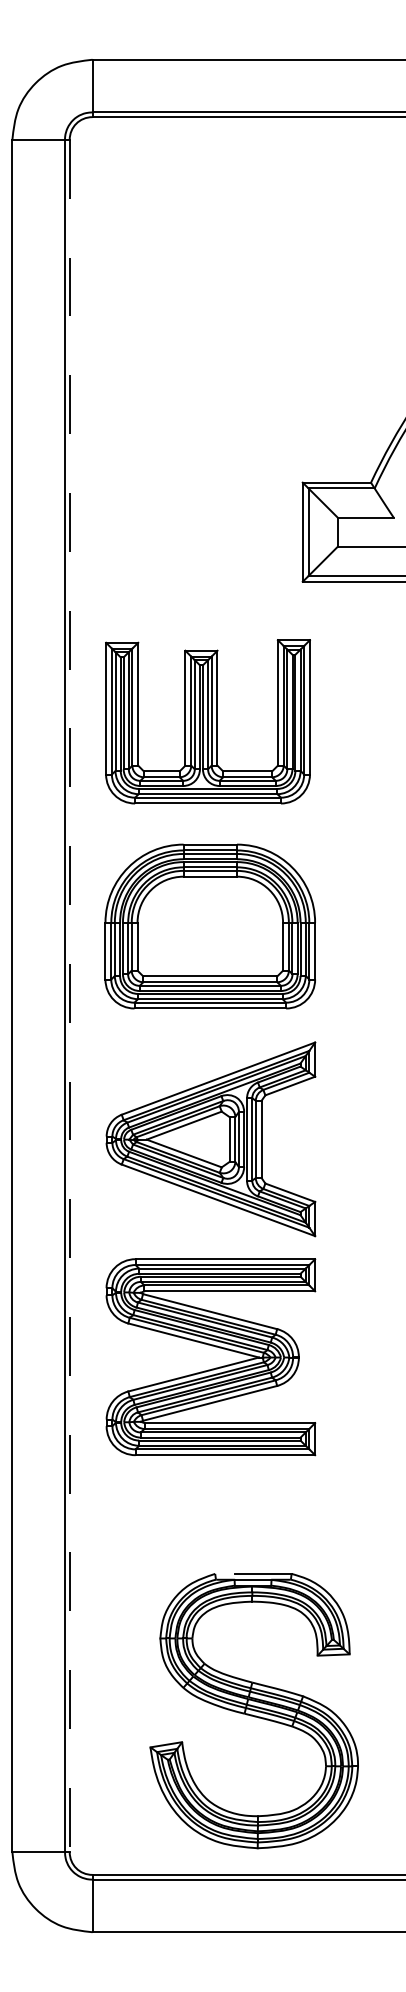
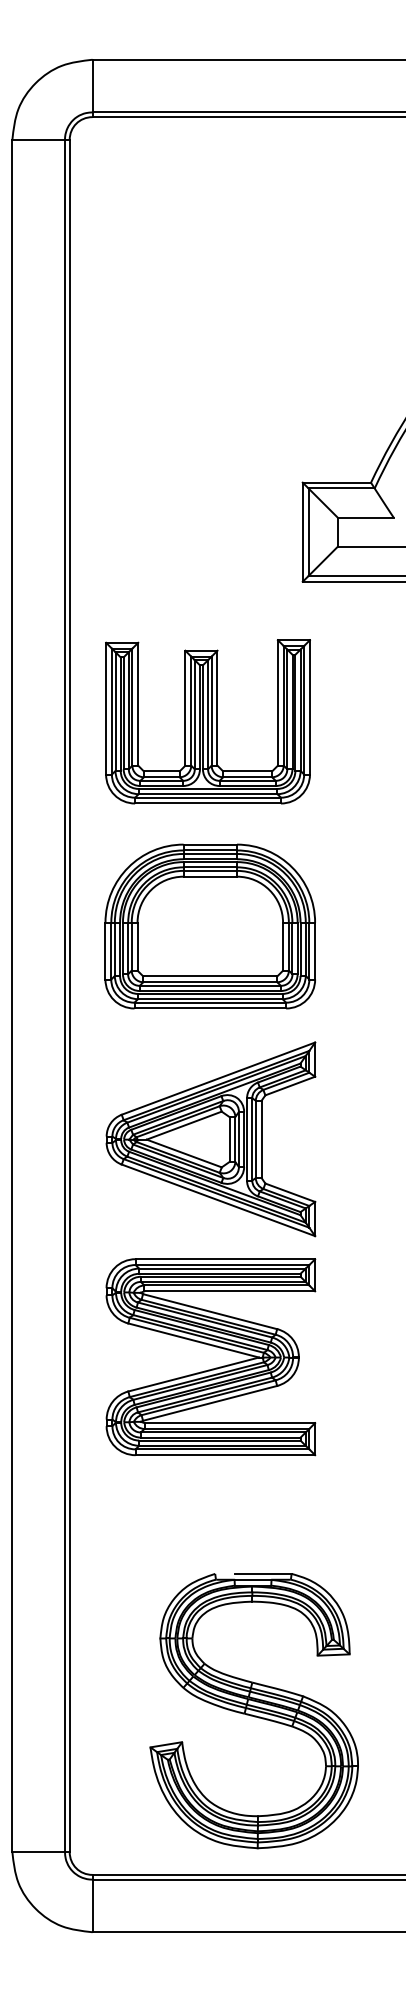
line at (69, 996): dashed -> solid
